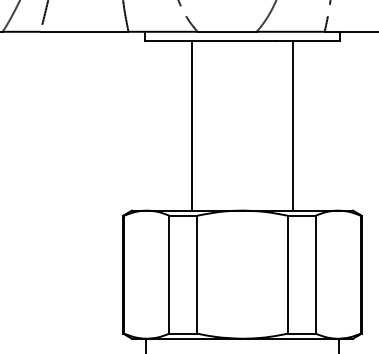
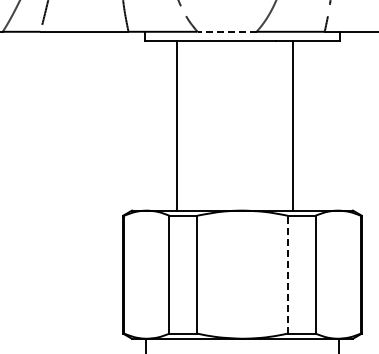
line at (227, 31): solid -> dashed
line at (191, 125) position: (191, 125) -> (176, 125)
line at (287, 274): solid -> dashed
